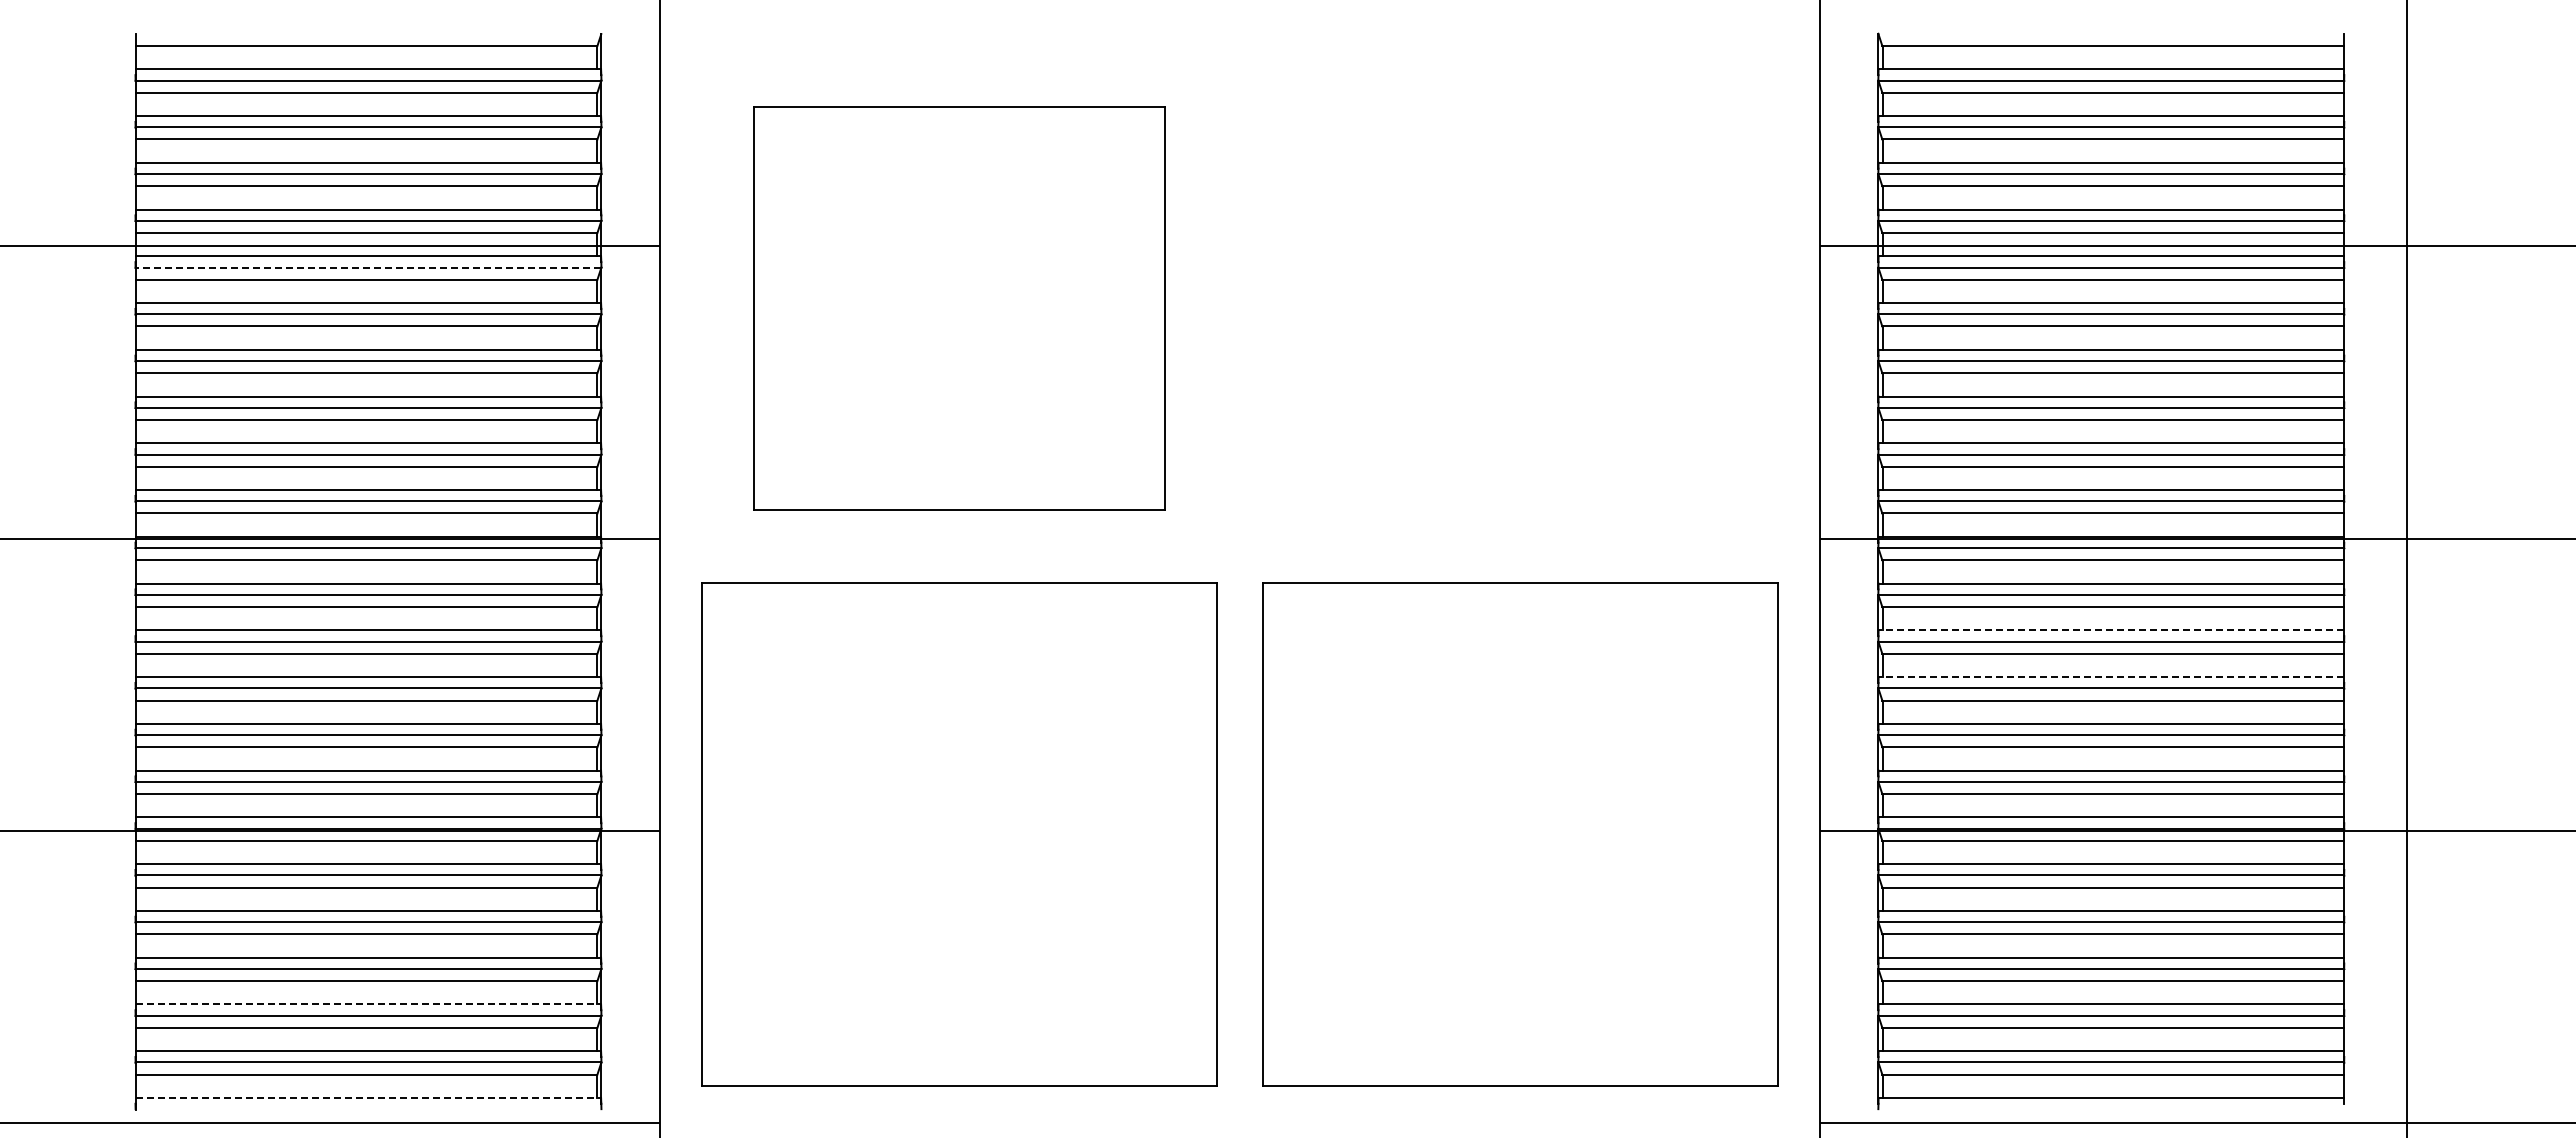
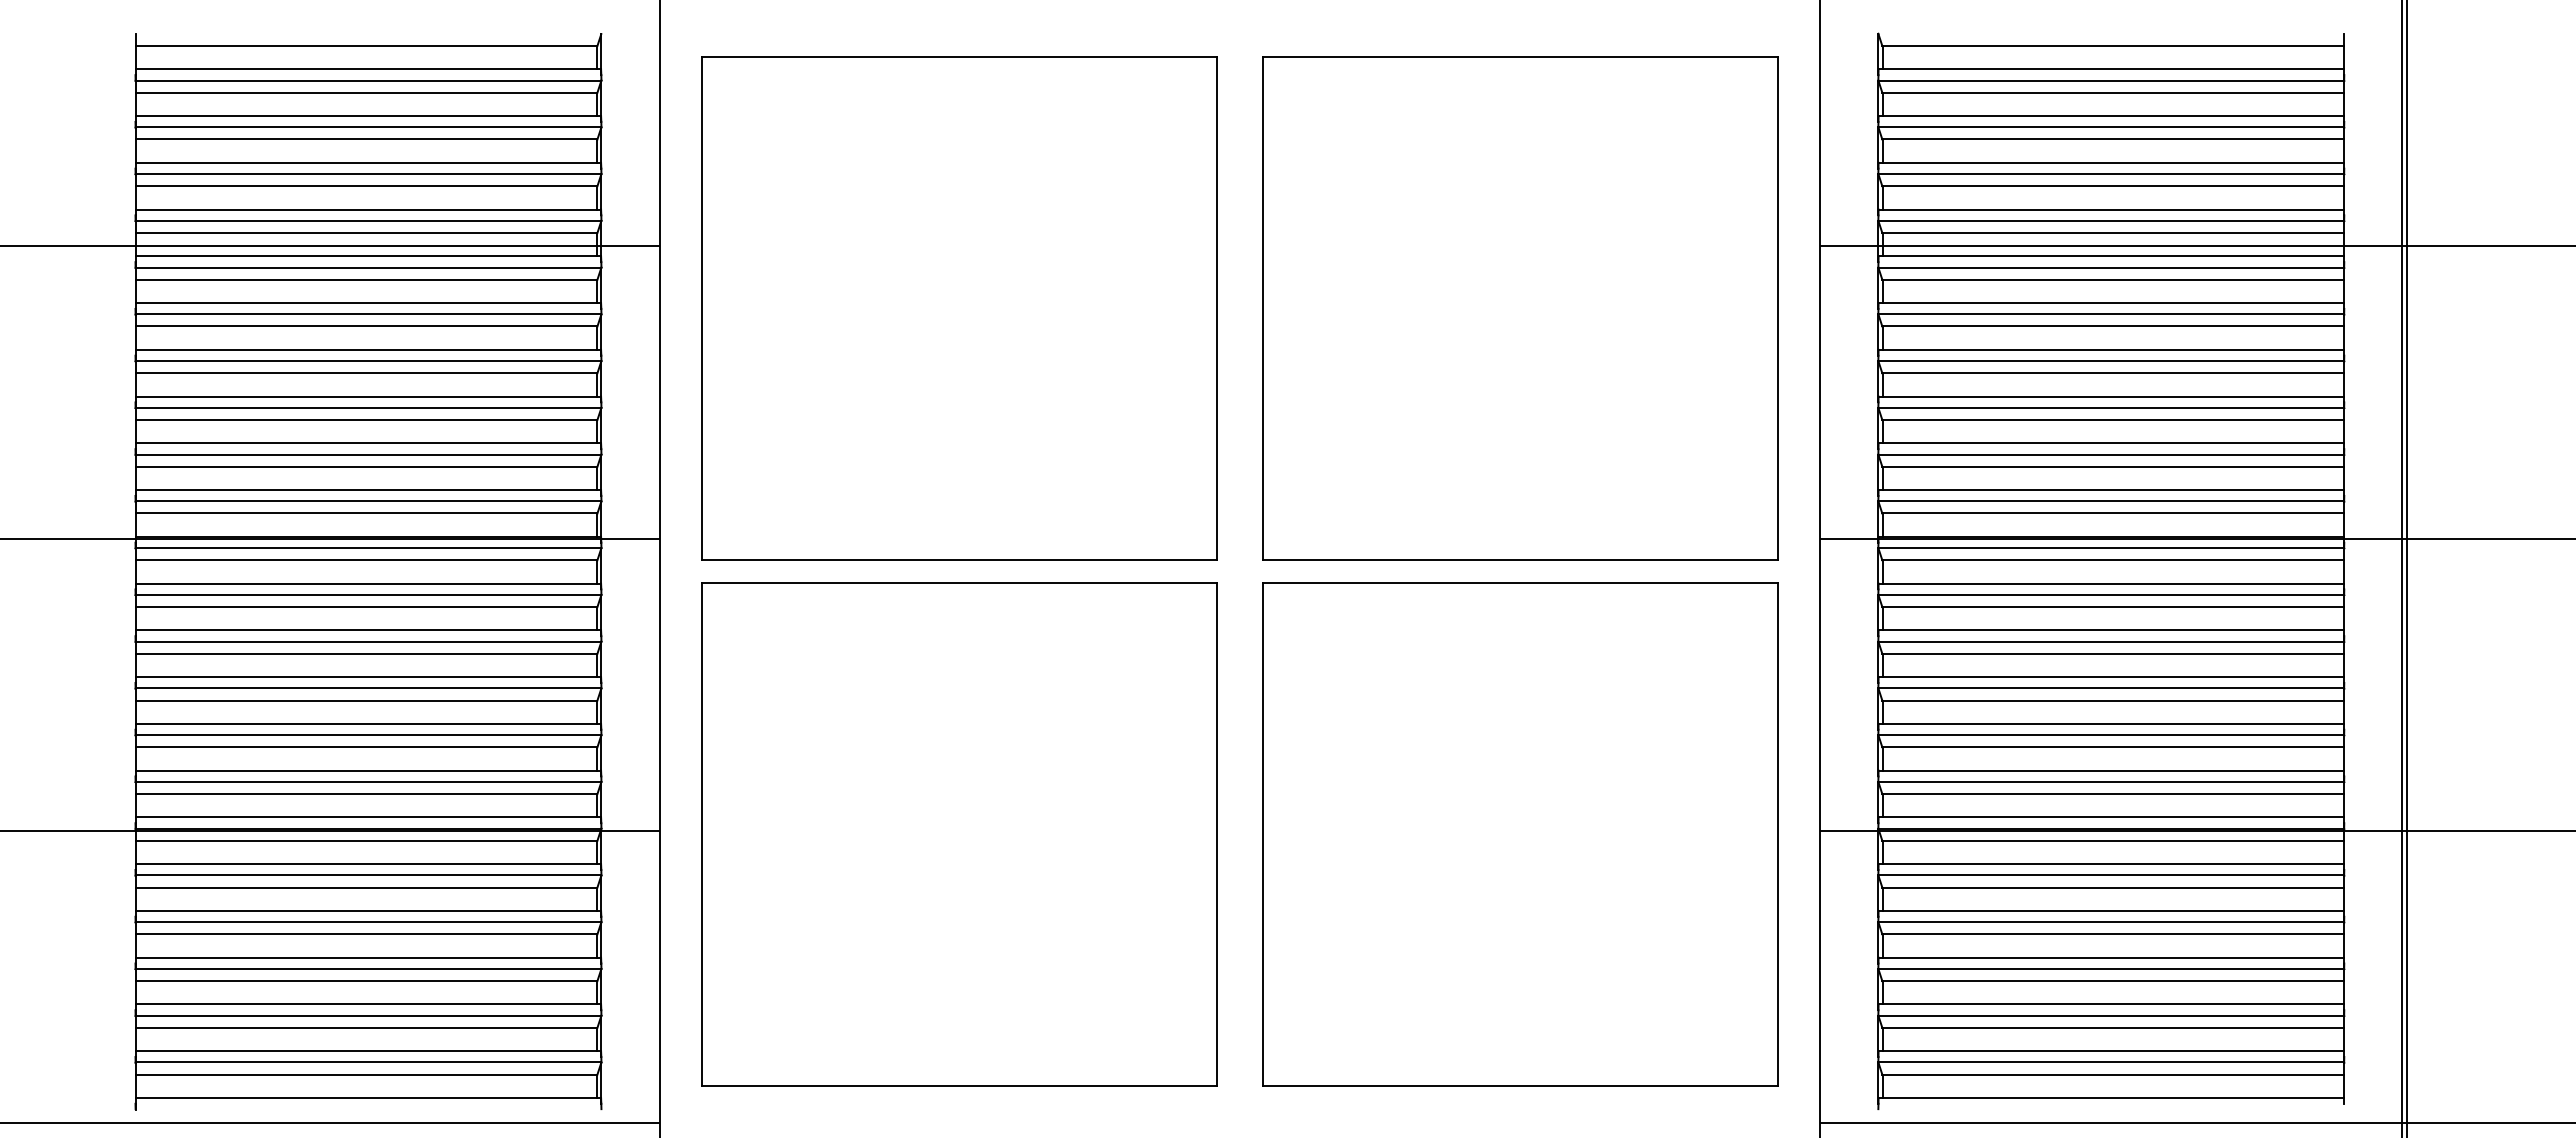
line at (368, 267): dashed -> solid
part at (959, 308) size: 413x405 px -> 517x505 px
part at (1520, 308): none -> present
line at (2402, 568): none -> present
line at (2111, 630): dashed -> solid
line at (2111, 677): dashed -> solid
line at (368, 1004): dashed -> solid
line at (368, 1097): dashed -> solid
